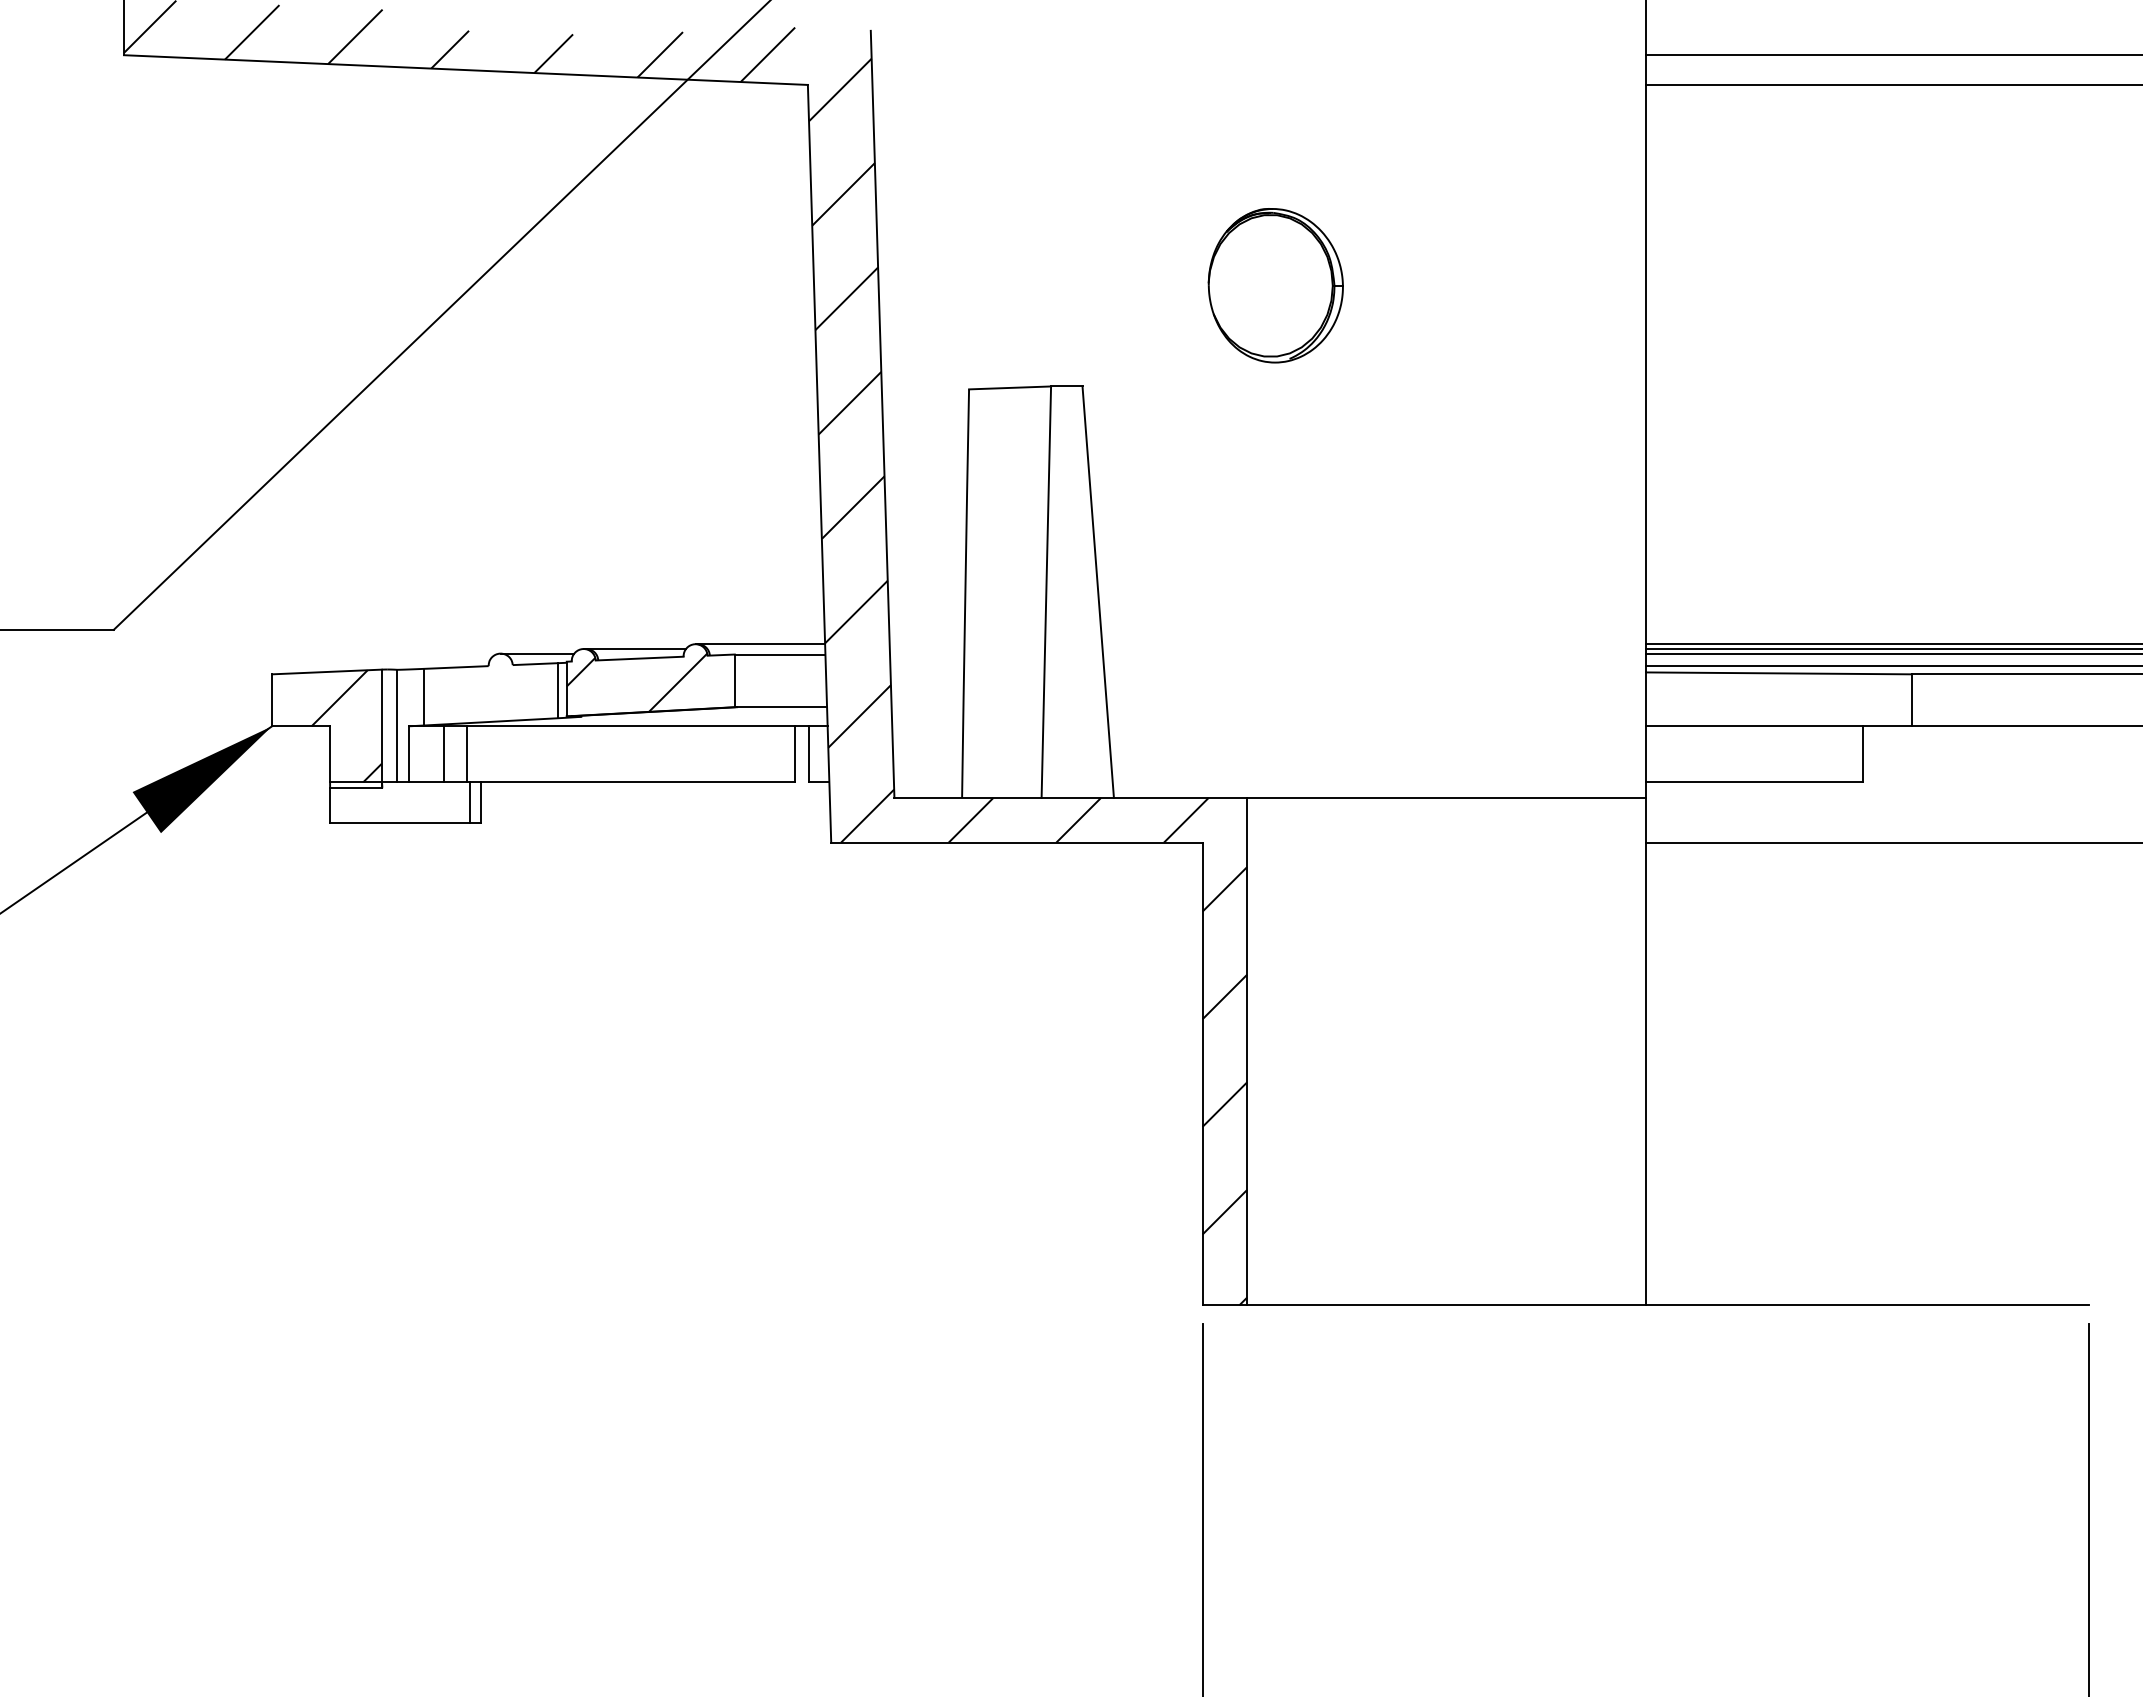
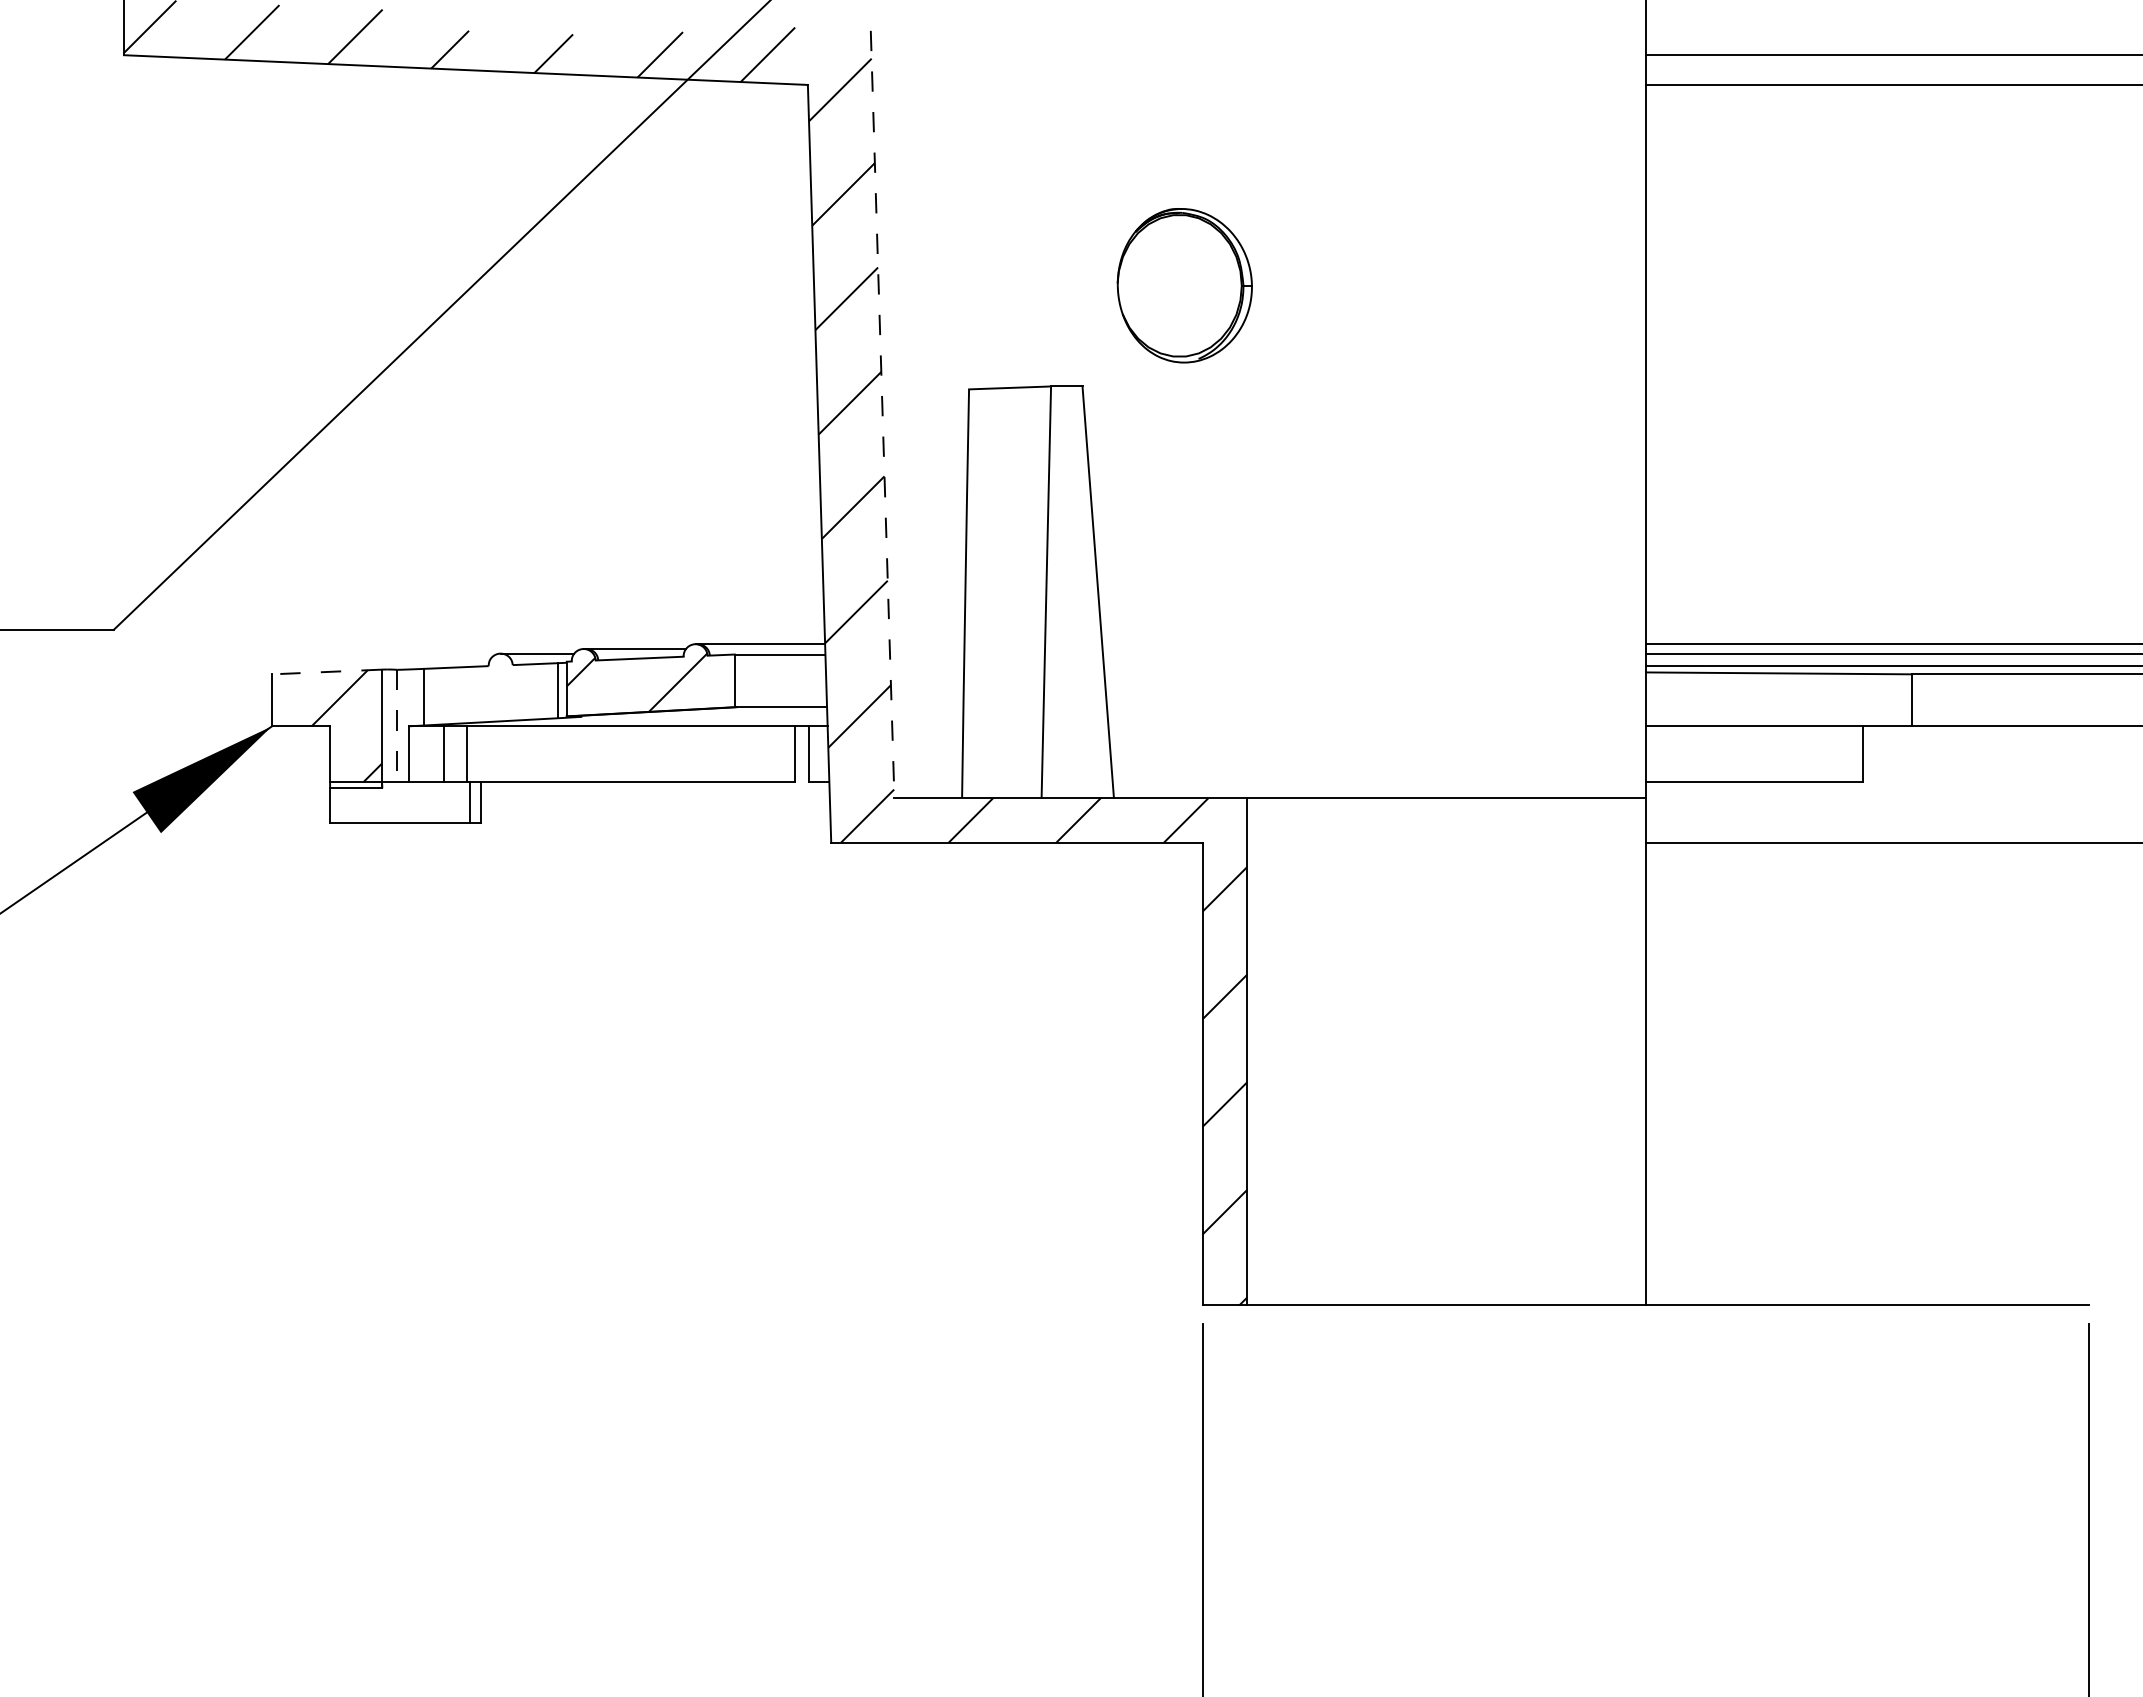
part at (1275, 285) position: (1275, 285) -> (1184, 285)
line at (882, 414): solid -> dashed
line at (1892, 649): present -> none
line at (326, 671): solid -> dashed
line at (397, 726): solid -> dashed
